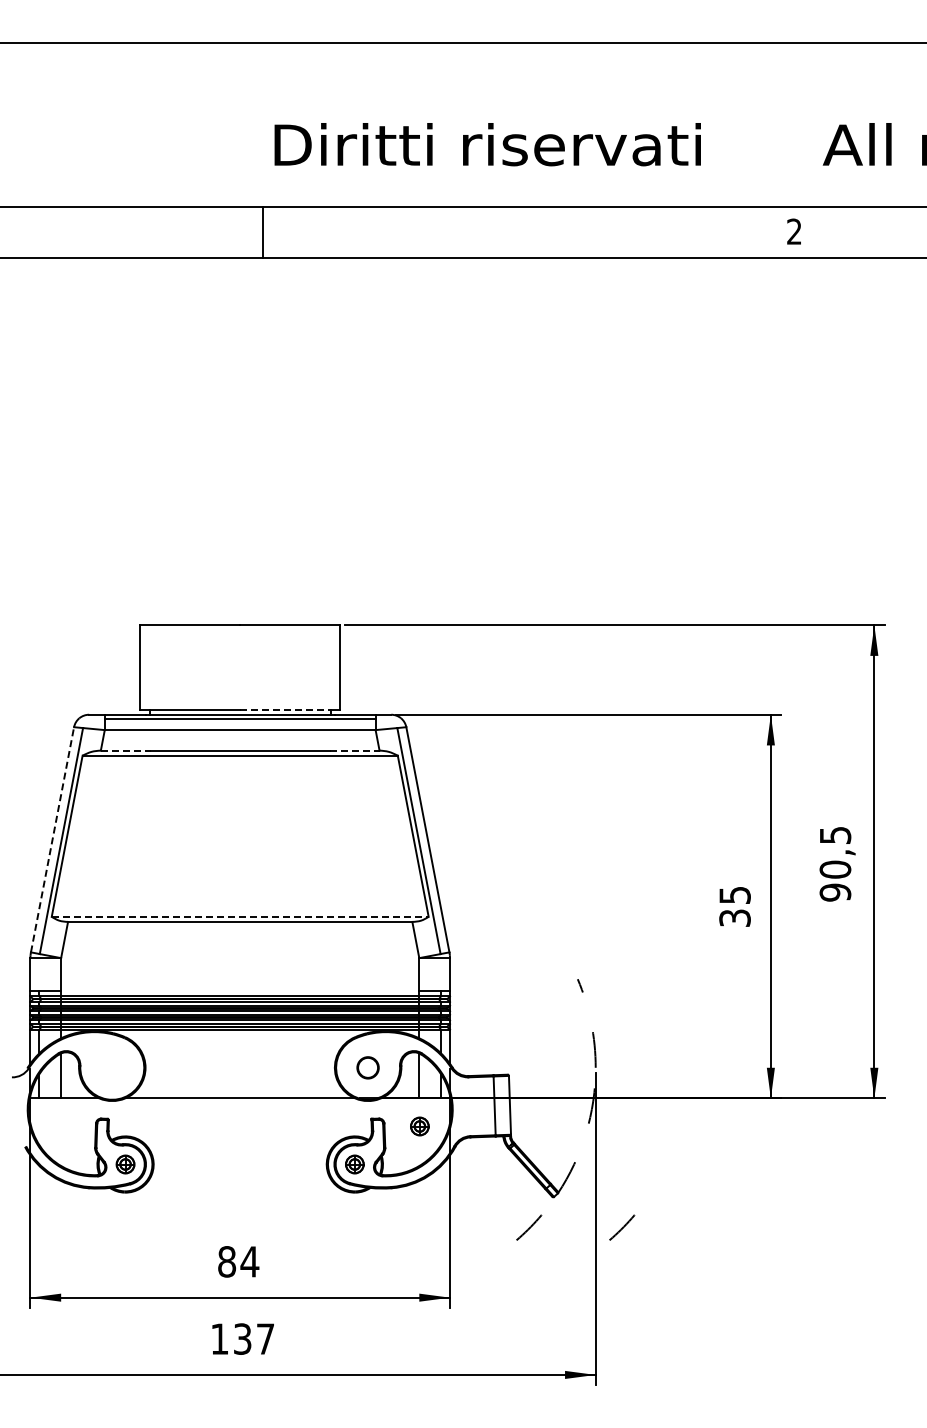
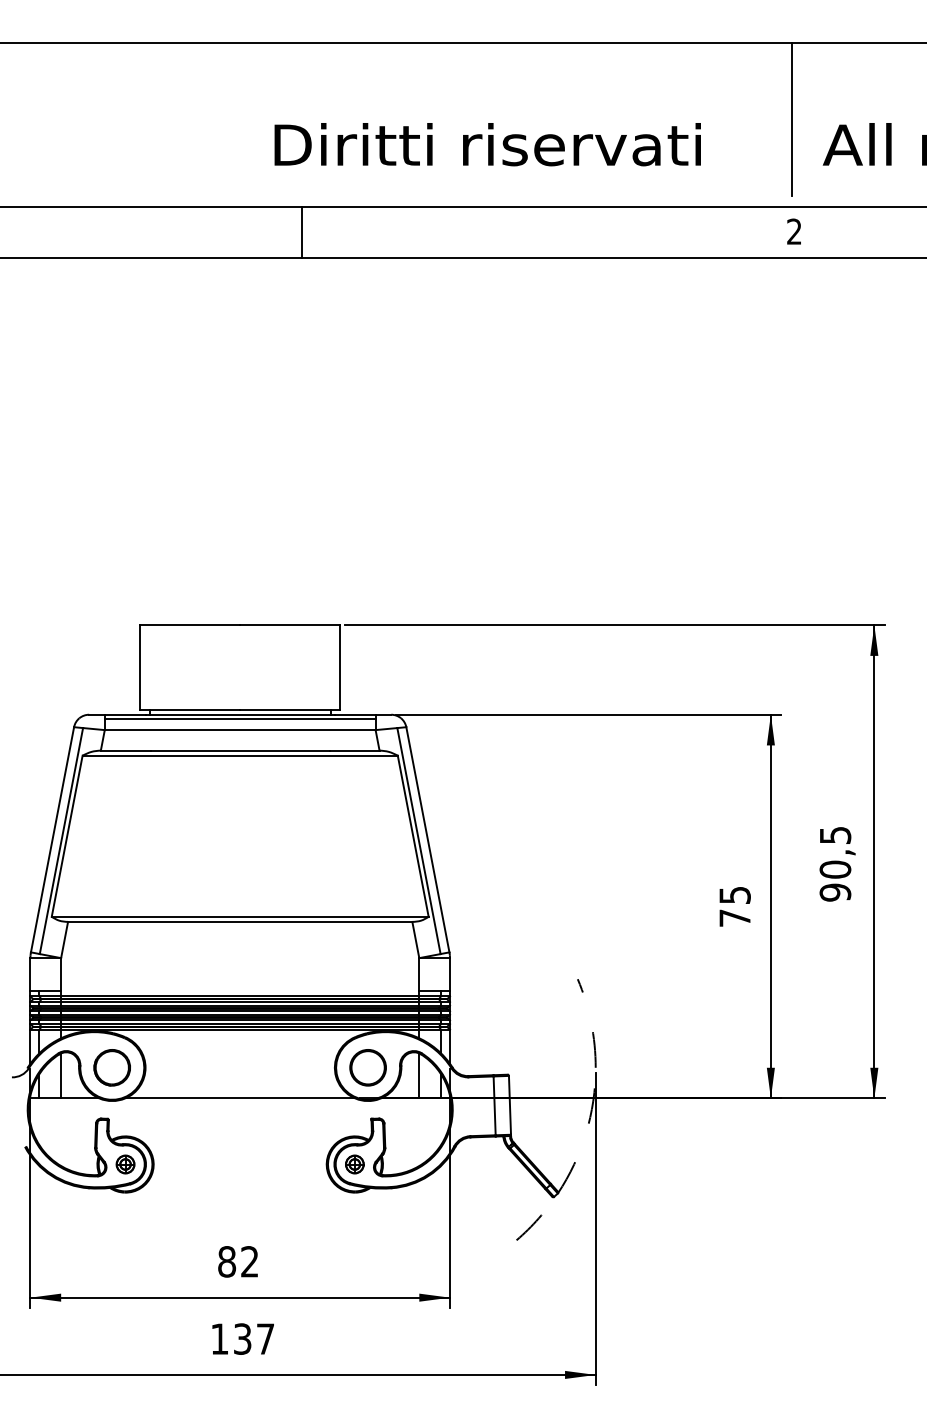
line at (792, 119): none -> present
line at (263, 231) position: (263, 231) -> (302, 231)
line at (285, 709): dashed -> solid
line at (125, 750): dashed -> solid
line at (354, 750): dashed -> solid
line at (52, 839): dashed -> solid
line at (240, 916): dashed -> solid
text at (734, 917): 35 -> 75
part at (111, 1067): none -> present
circle at (367, 1067) size: 24x24 px -> 38x38 px
part at (419, 1126): present -> none
line at (622, 1227): present -> none
text at (249, 1261): 84 -> 82
